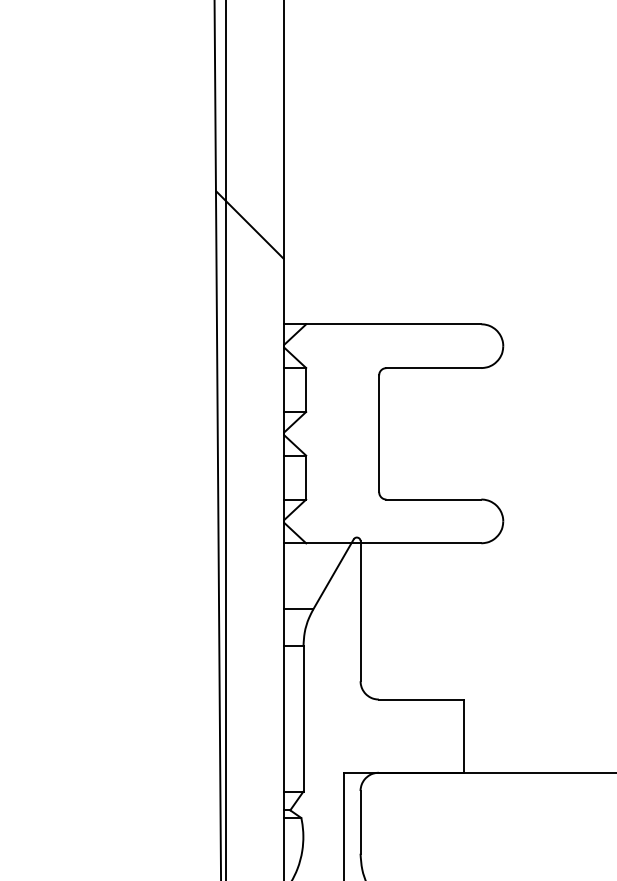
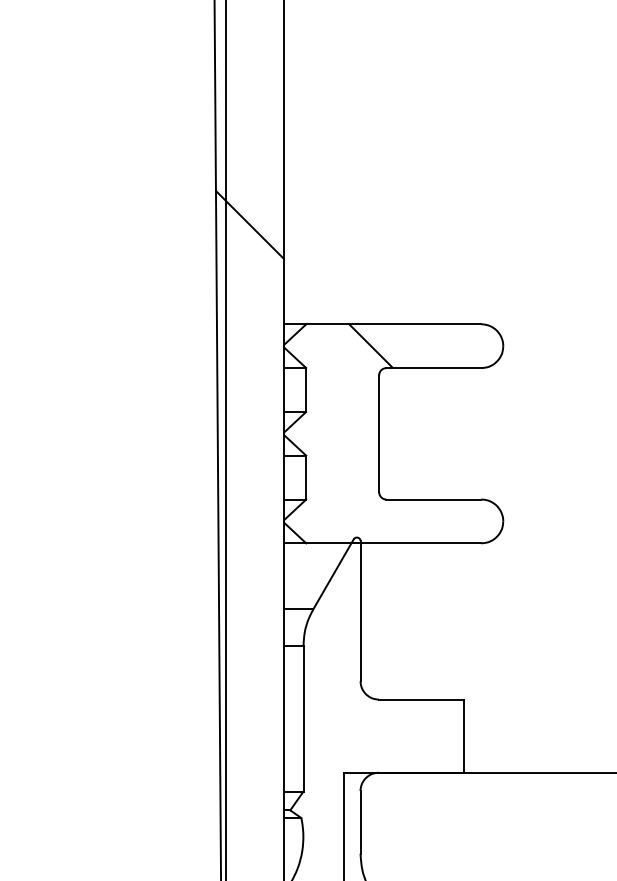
hatch at (371, 346): none -> present
